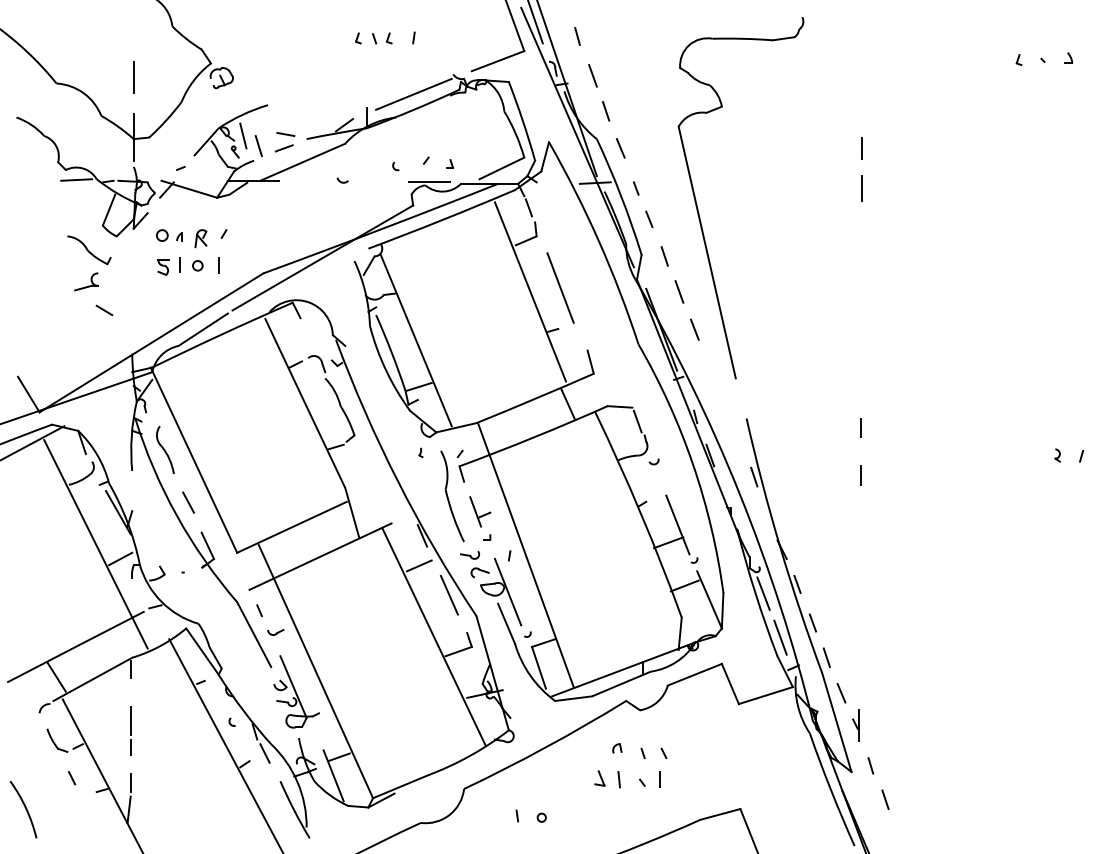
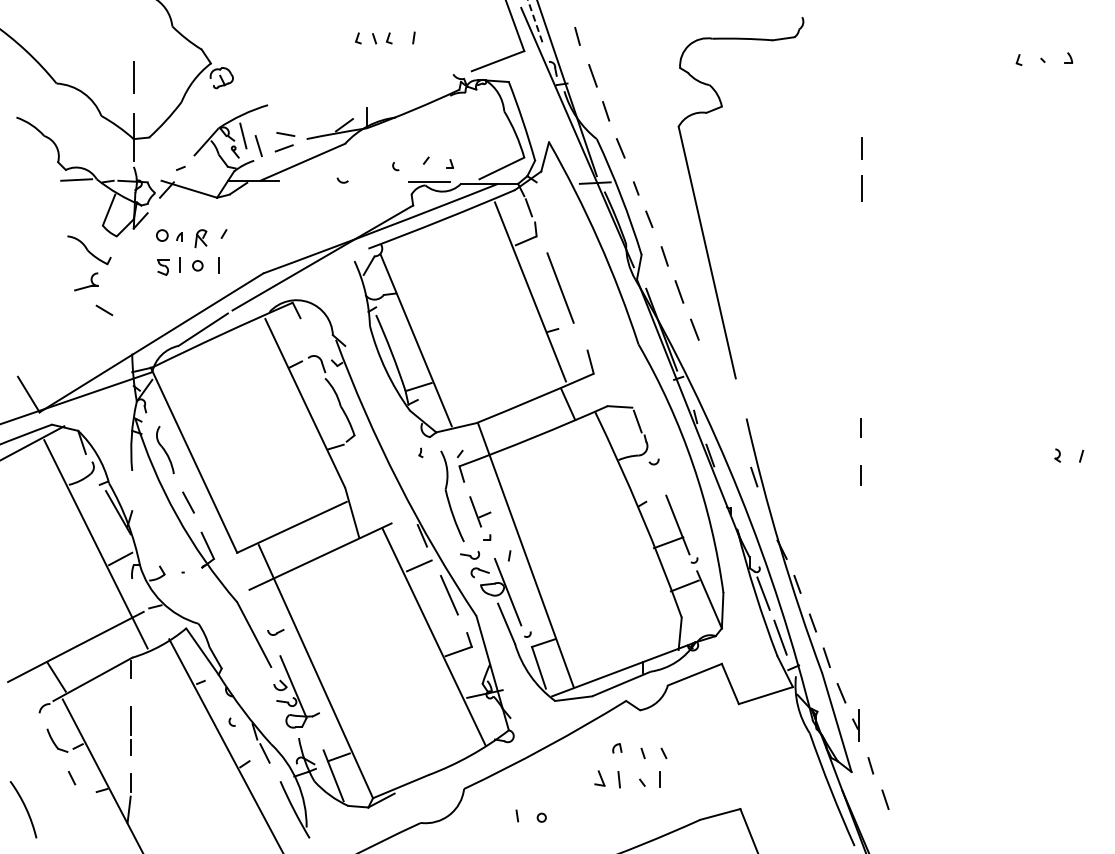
line at (535, 21): solid -> dashed
line at (413, 93): present -> none
line at (259, 610): present -> none
